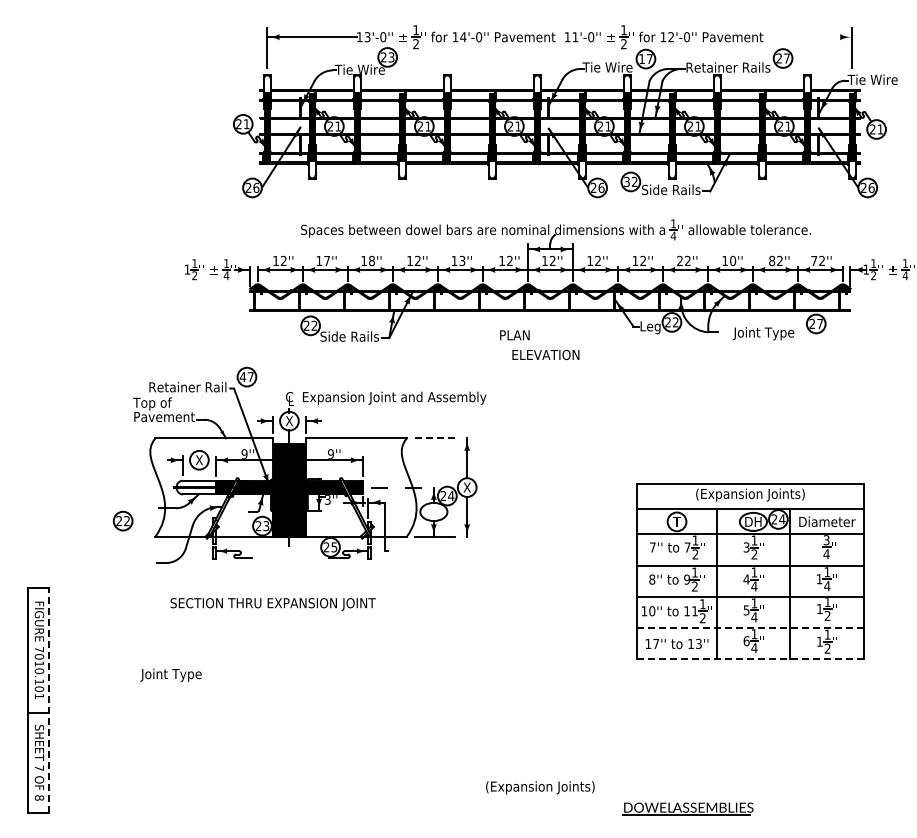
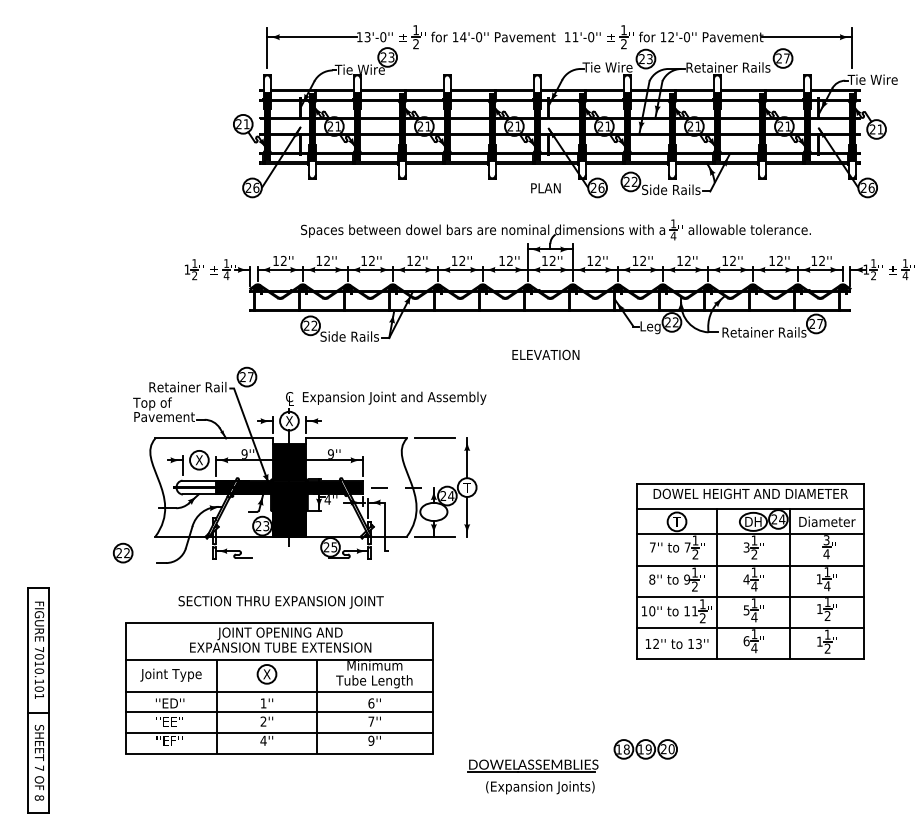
line at (807, 37): none -> present
text at (645, 59): 17 -> 23
text at (626, 182): 32 -> 22
text at (326, 260): 17'' -> 12''
text at (679, 260): 22'' -> 12''
text at (772, 260): 82'' -> 12''
text at (814, 260): 72'' -> 12''
text at (371, 261): 18'' -> 12''
text at (462, 261): 13'' -> 12''
text at (733, 261): 10'' -> 12''
text at (764, 333): Joint Type -> Retainer Rails
text at (514, 335) position: (514, 335) -> (545, 188)
text at (242, 377): 47 -> 27
line at (435, 438): dashed -> solid
text at (466, 487): X -> T
text at (750, 494): (Expansion Joints) -> DOWEL HEIGHT AND DIAMETER
text at (327, 499): 3'' -> 4''
part at (122, 520) position: (122, 520) -> (122, 552)
text at (272, 604) position: (272, 604) -> (280, 602)
line at (750, 628): dashed -> solid
text at (655, 643): 17'' -> 12''
line at (750, 659): dashed -> solid
part at (279, 688): none -> present
line at (49, 700): dashed -> solid
part at (645, 749): none -> present
part at (687, 808) position: (687, 808) -> (532, 765)
